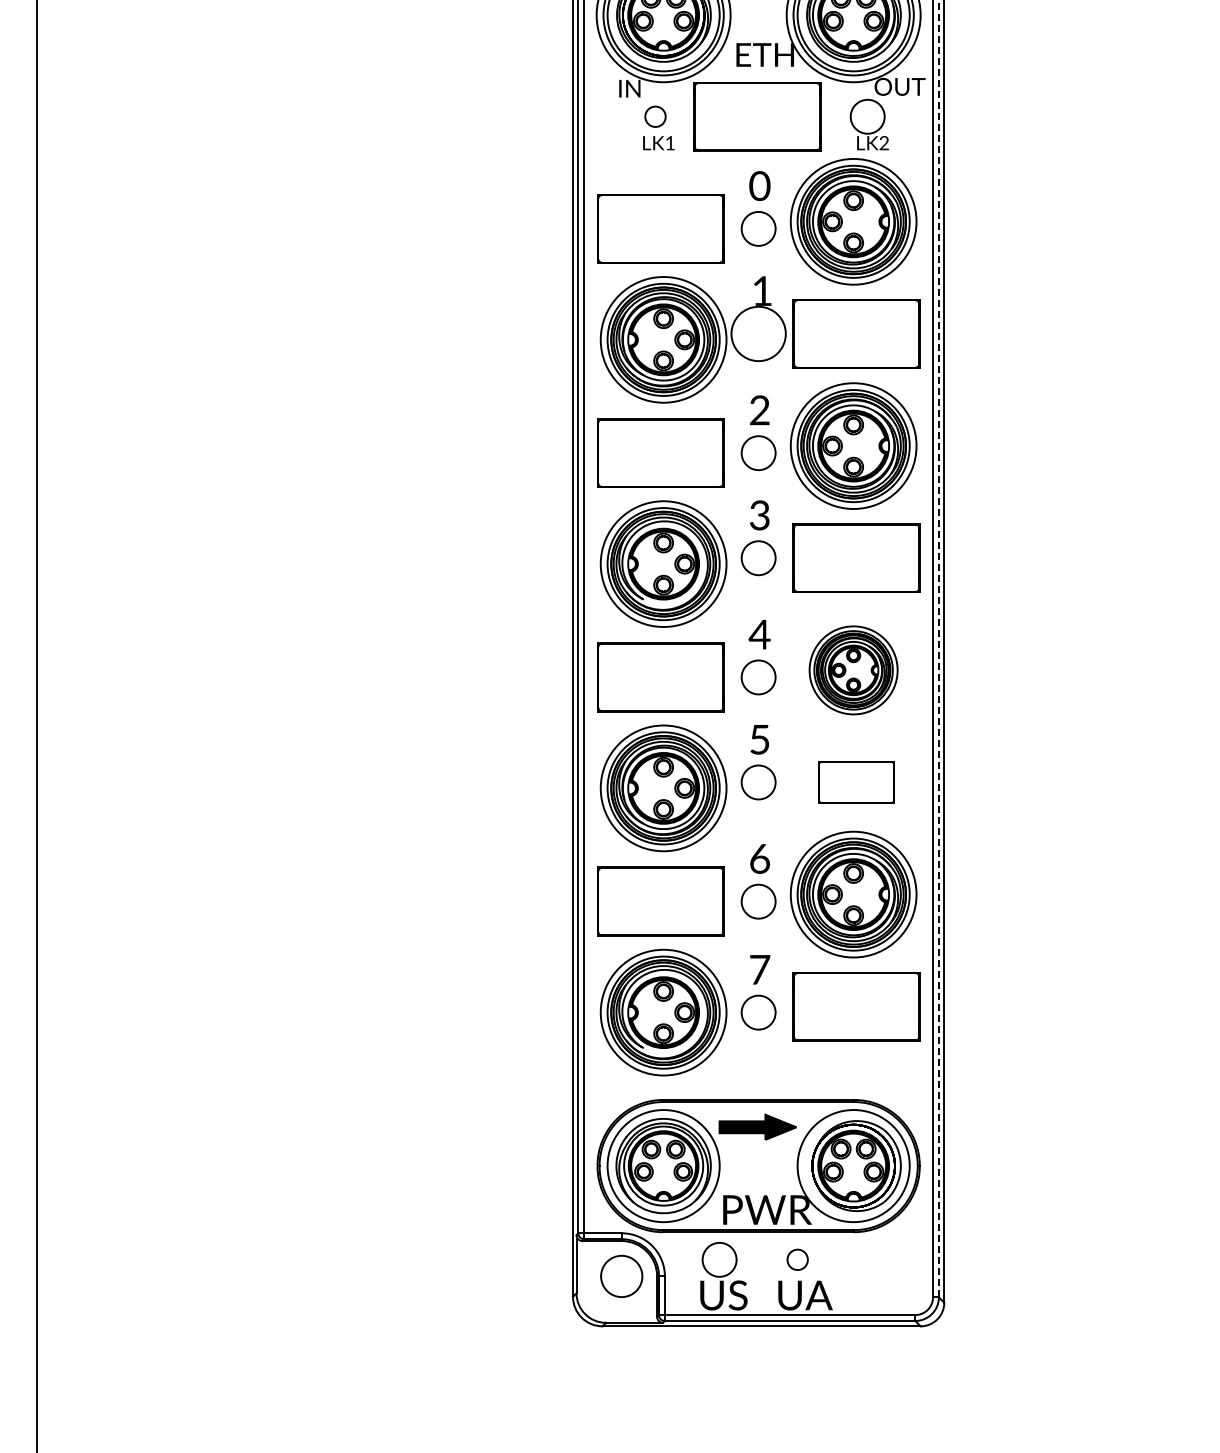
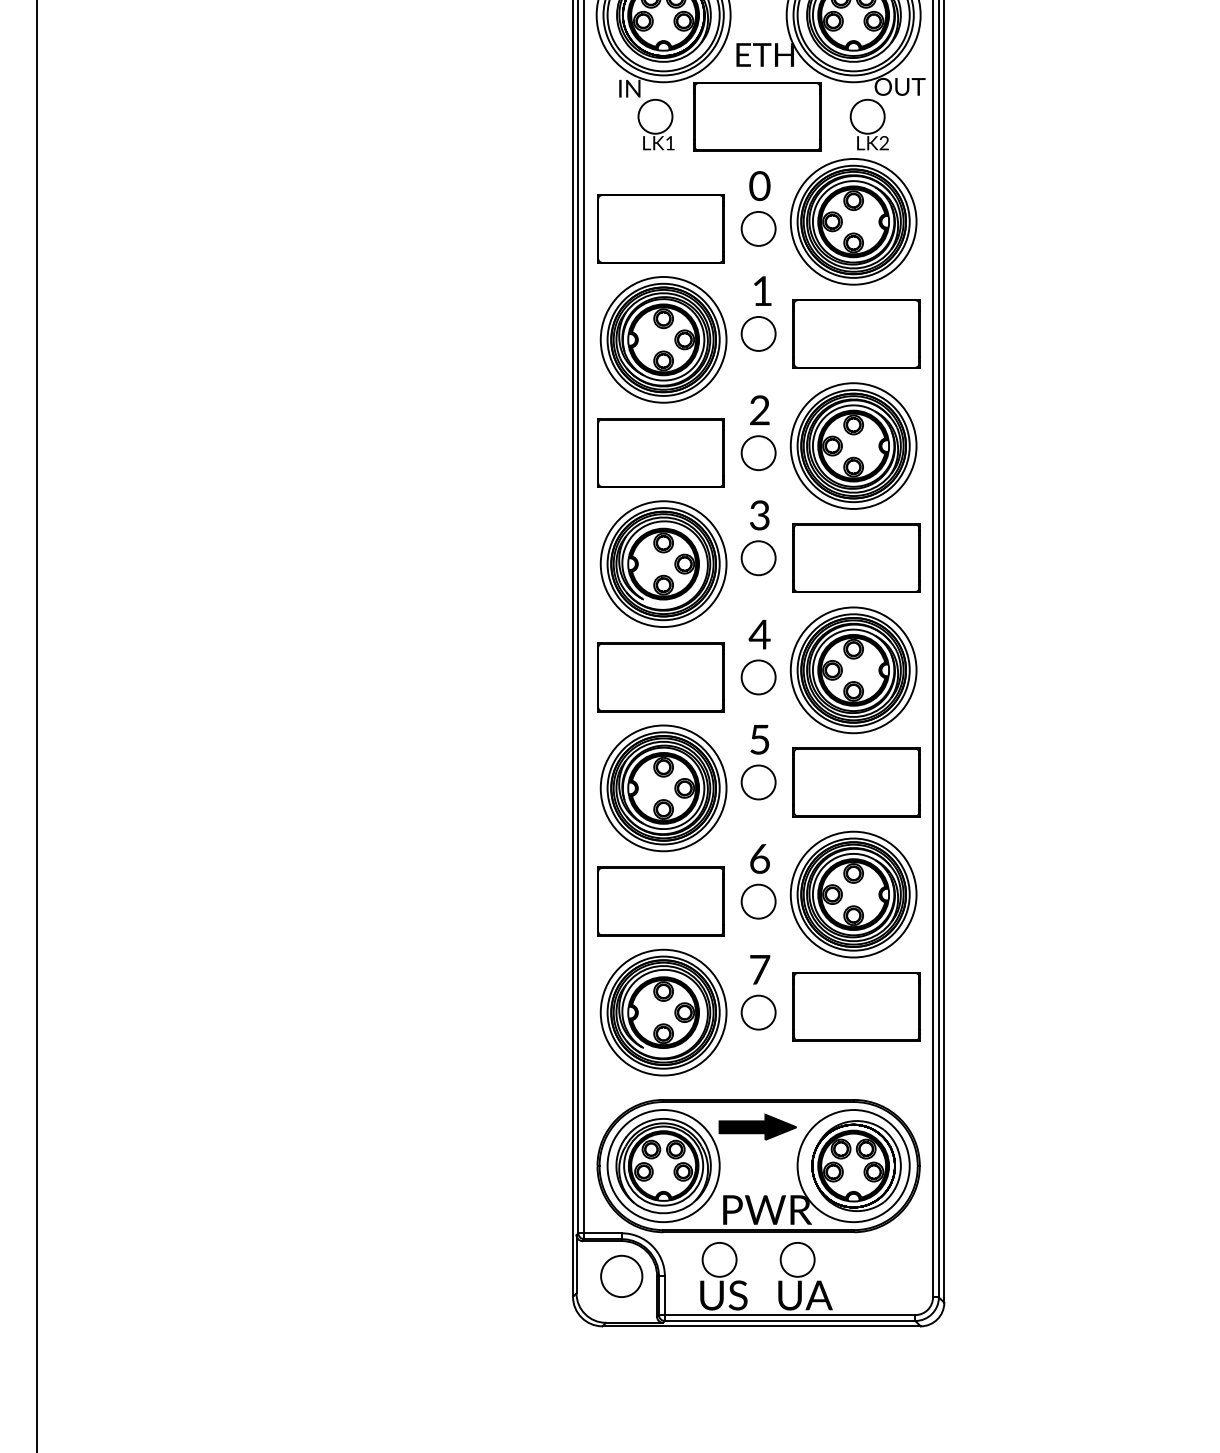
circle at (655, 116) diameter: 20 px -> 34 px
circle at (758, 333) diameter: 54 px -> 34 px
line at (938, 648): dashed -> solid
part at (853, 670) size: 91x91 px -> 129x129 px
part at (856, 782) size: 77x43 px -> 129x71 px
circle at (797, 1259) diameter: 20 px -> 34 px
